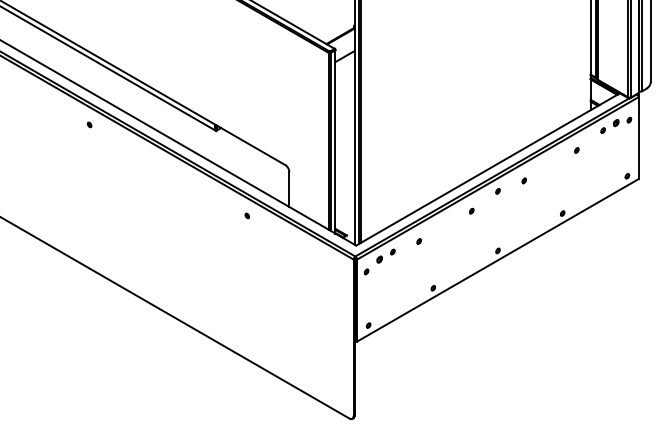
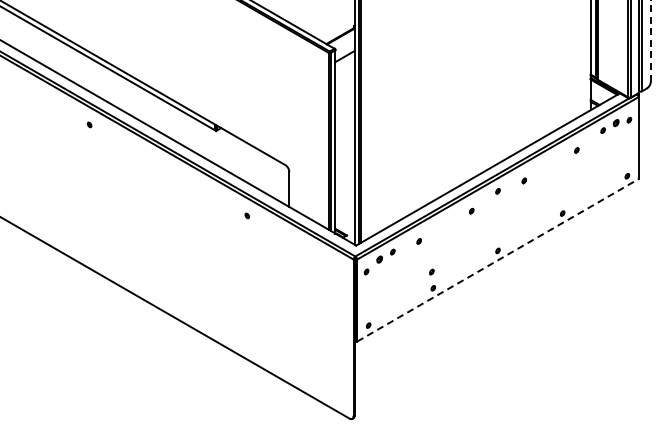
line at (650, 40): solid -> dashed
line at (498, 260): solid -> dashed
part at (431, 271): none -> present
